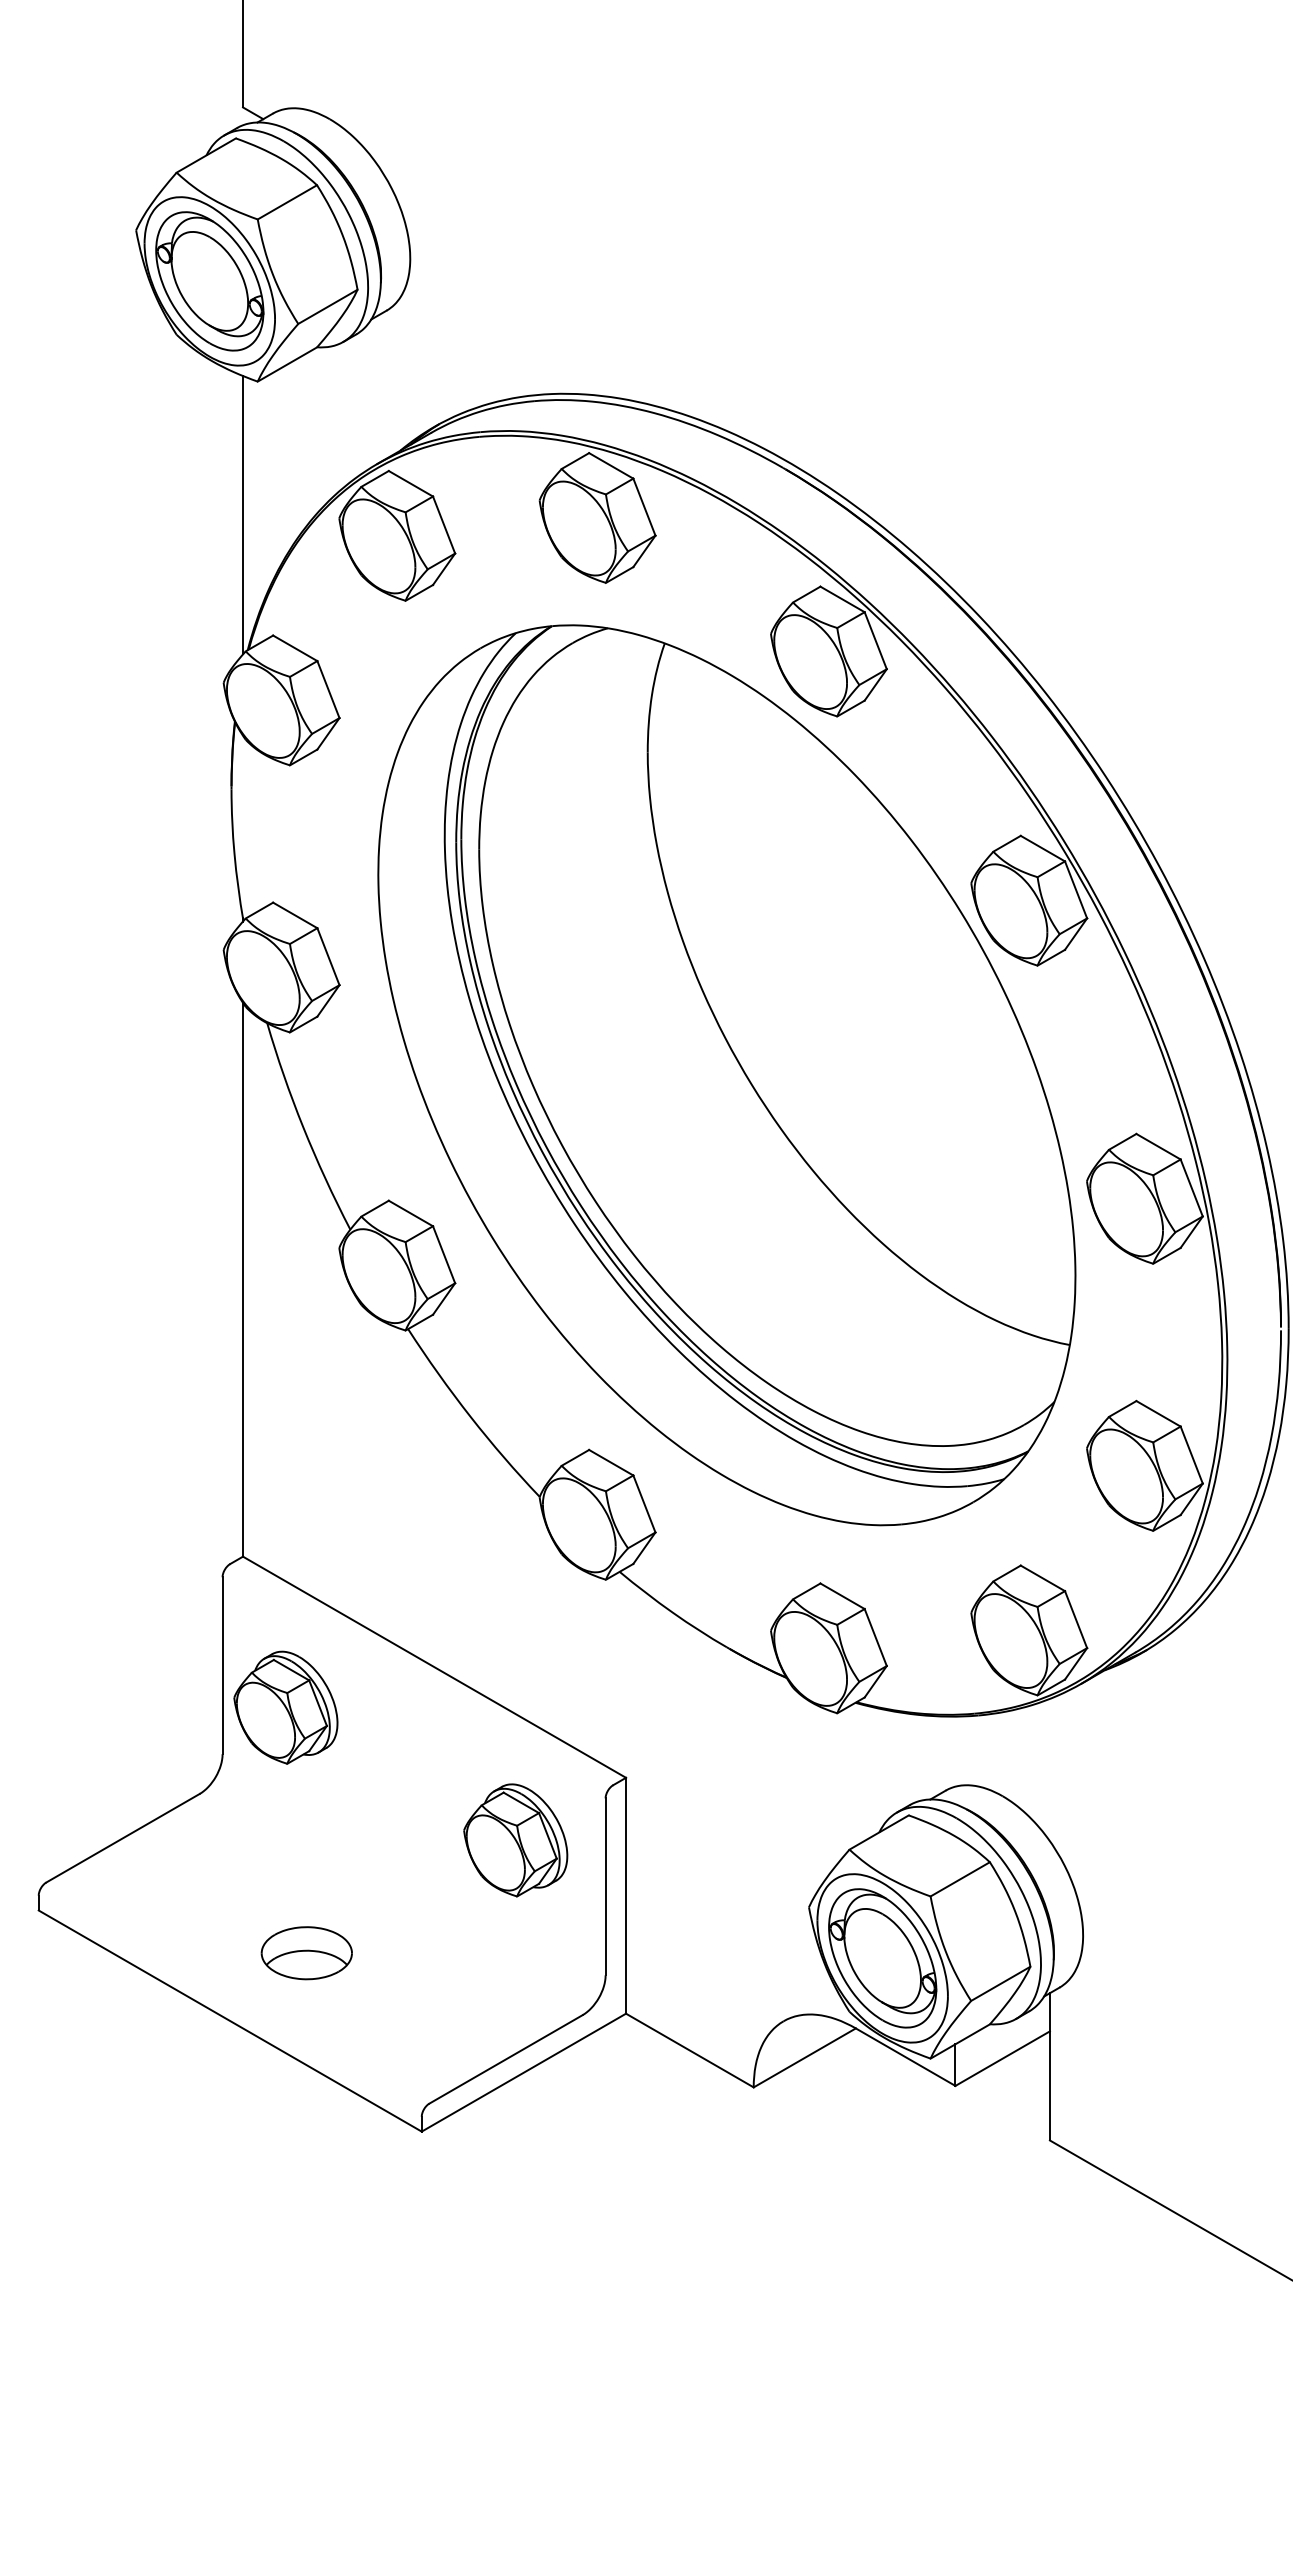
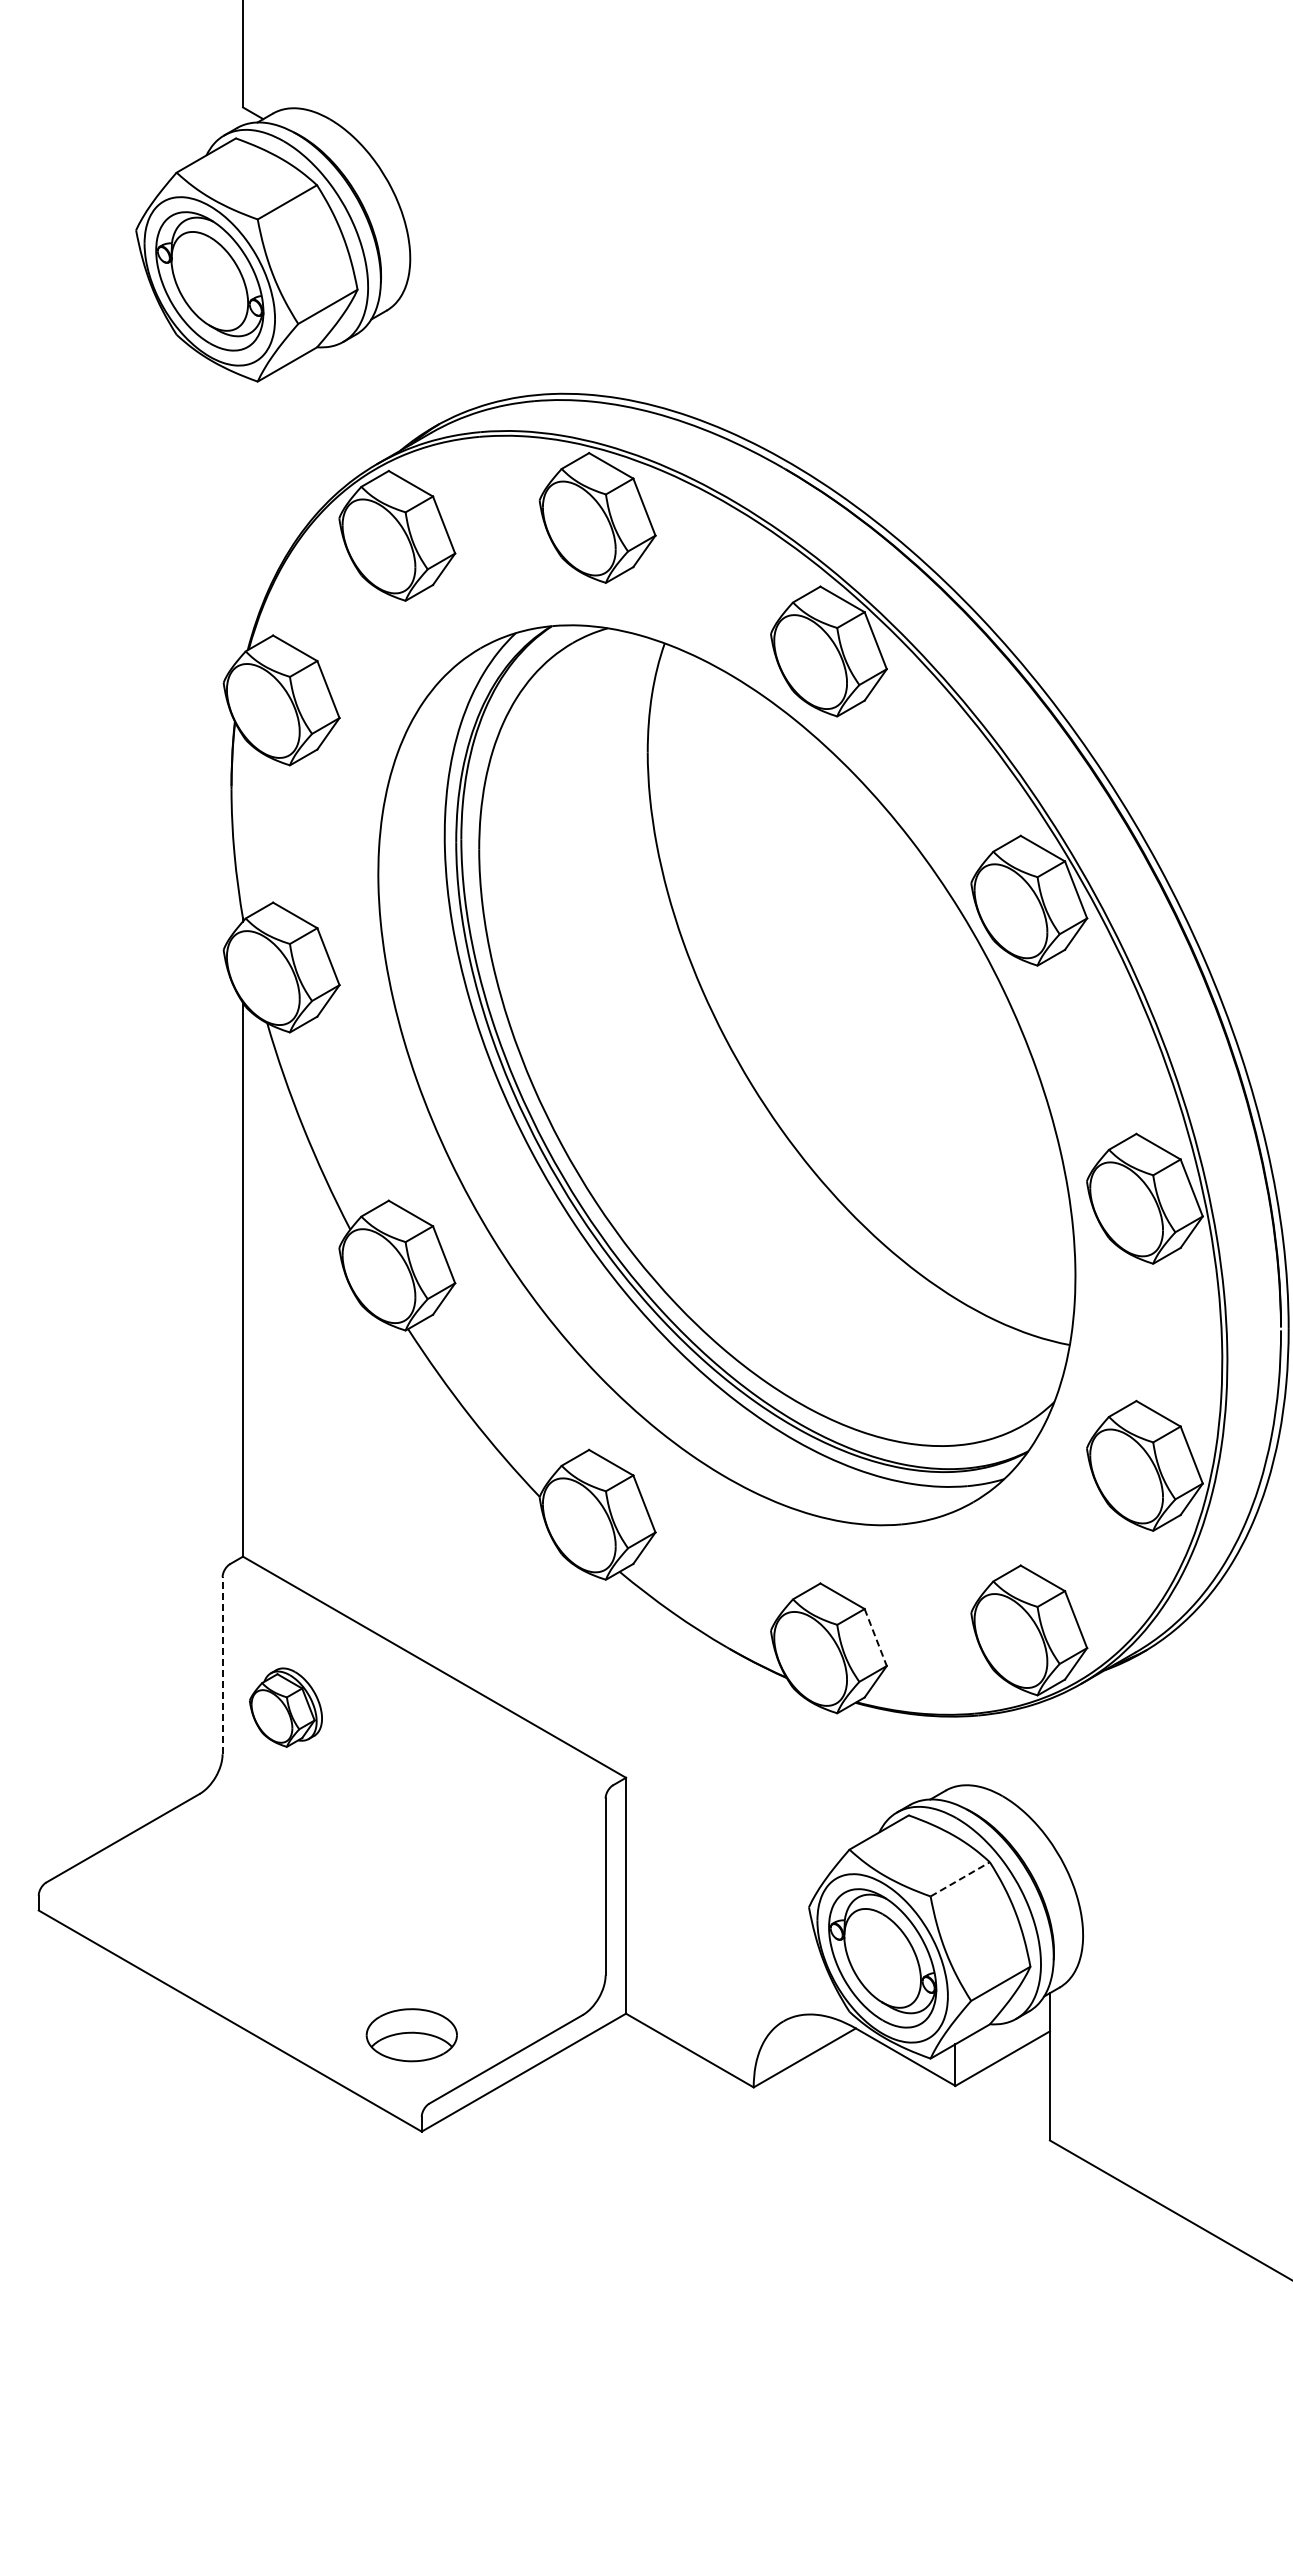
line at (243, 515): present -> none
line at (875, 1637): solid -> dashed
line at (222, 1665): solid -> dashed
part at (285, 1707) size: 106x115 px -> 74x81 px
part at (515, 1840): present -> none
line at (960, 1879): solid -> dashed
part at (306, 1953) position: (306, 1953) -> (411, 2035)
